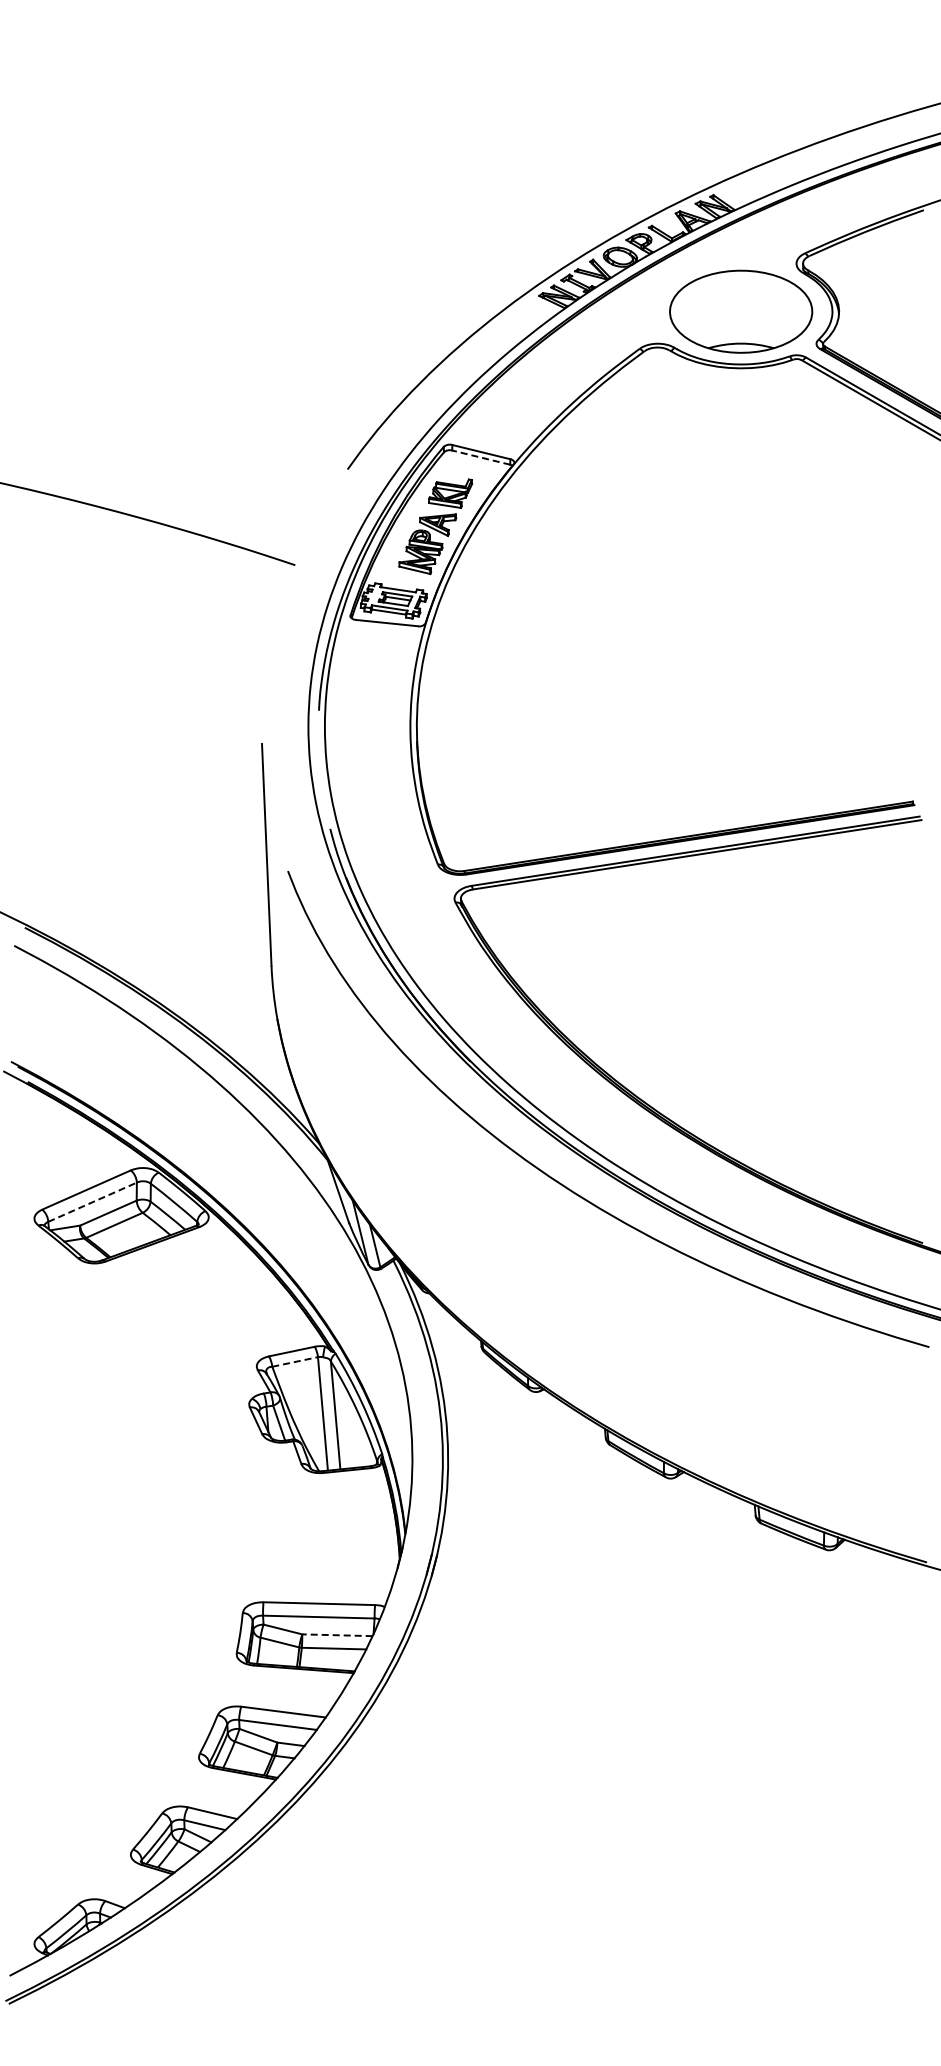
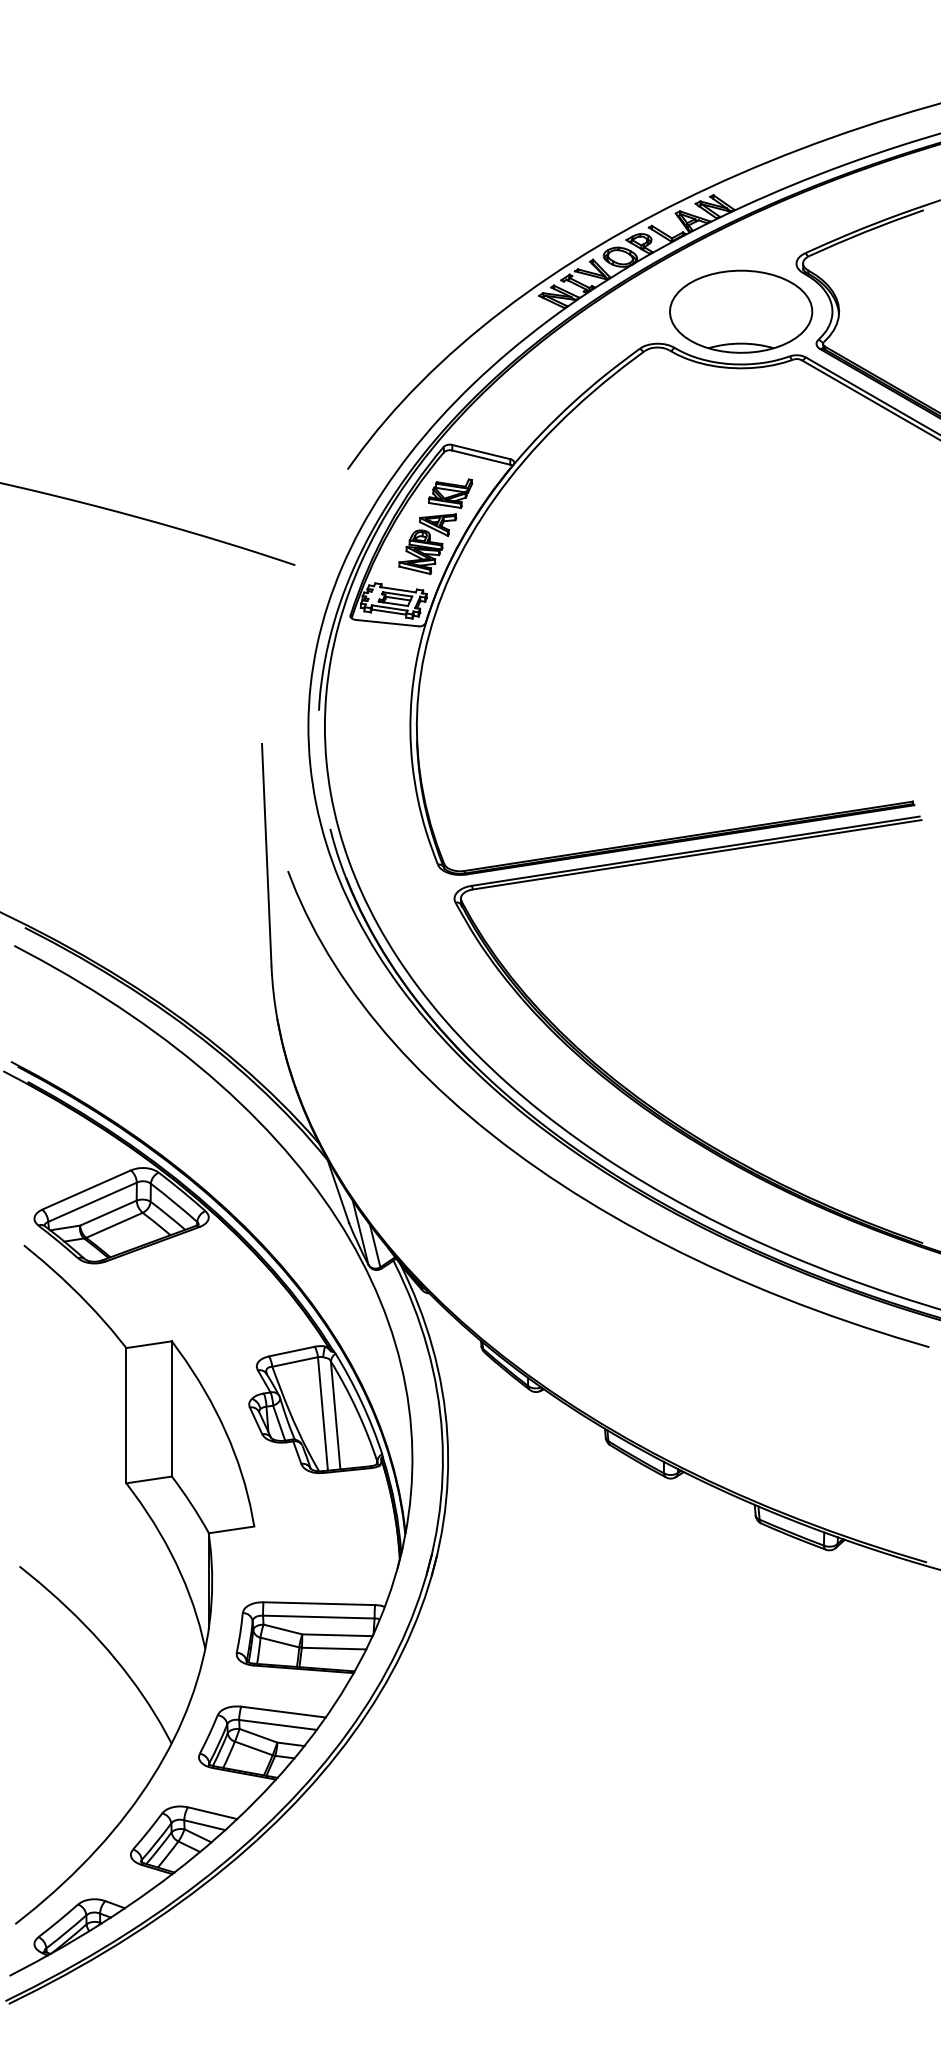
line at (481, 457): dashed -> solid
line at (93, 1202): dashed -> solid
line at (295, 1361): dashed -> solid
part at (177, 1569): none -> present
line at (337, 1635): dashed -> solid
